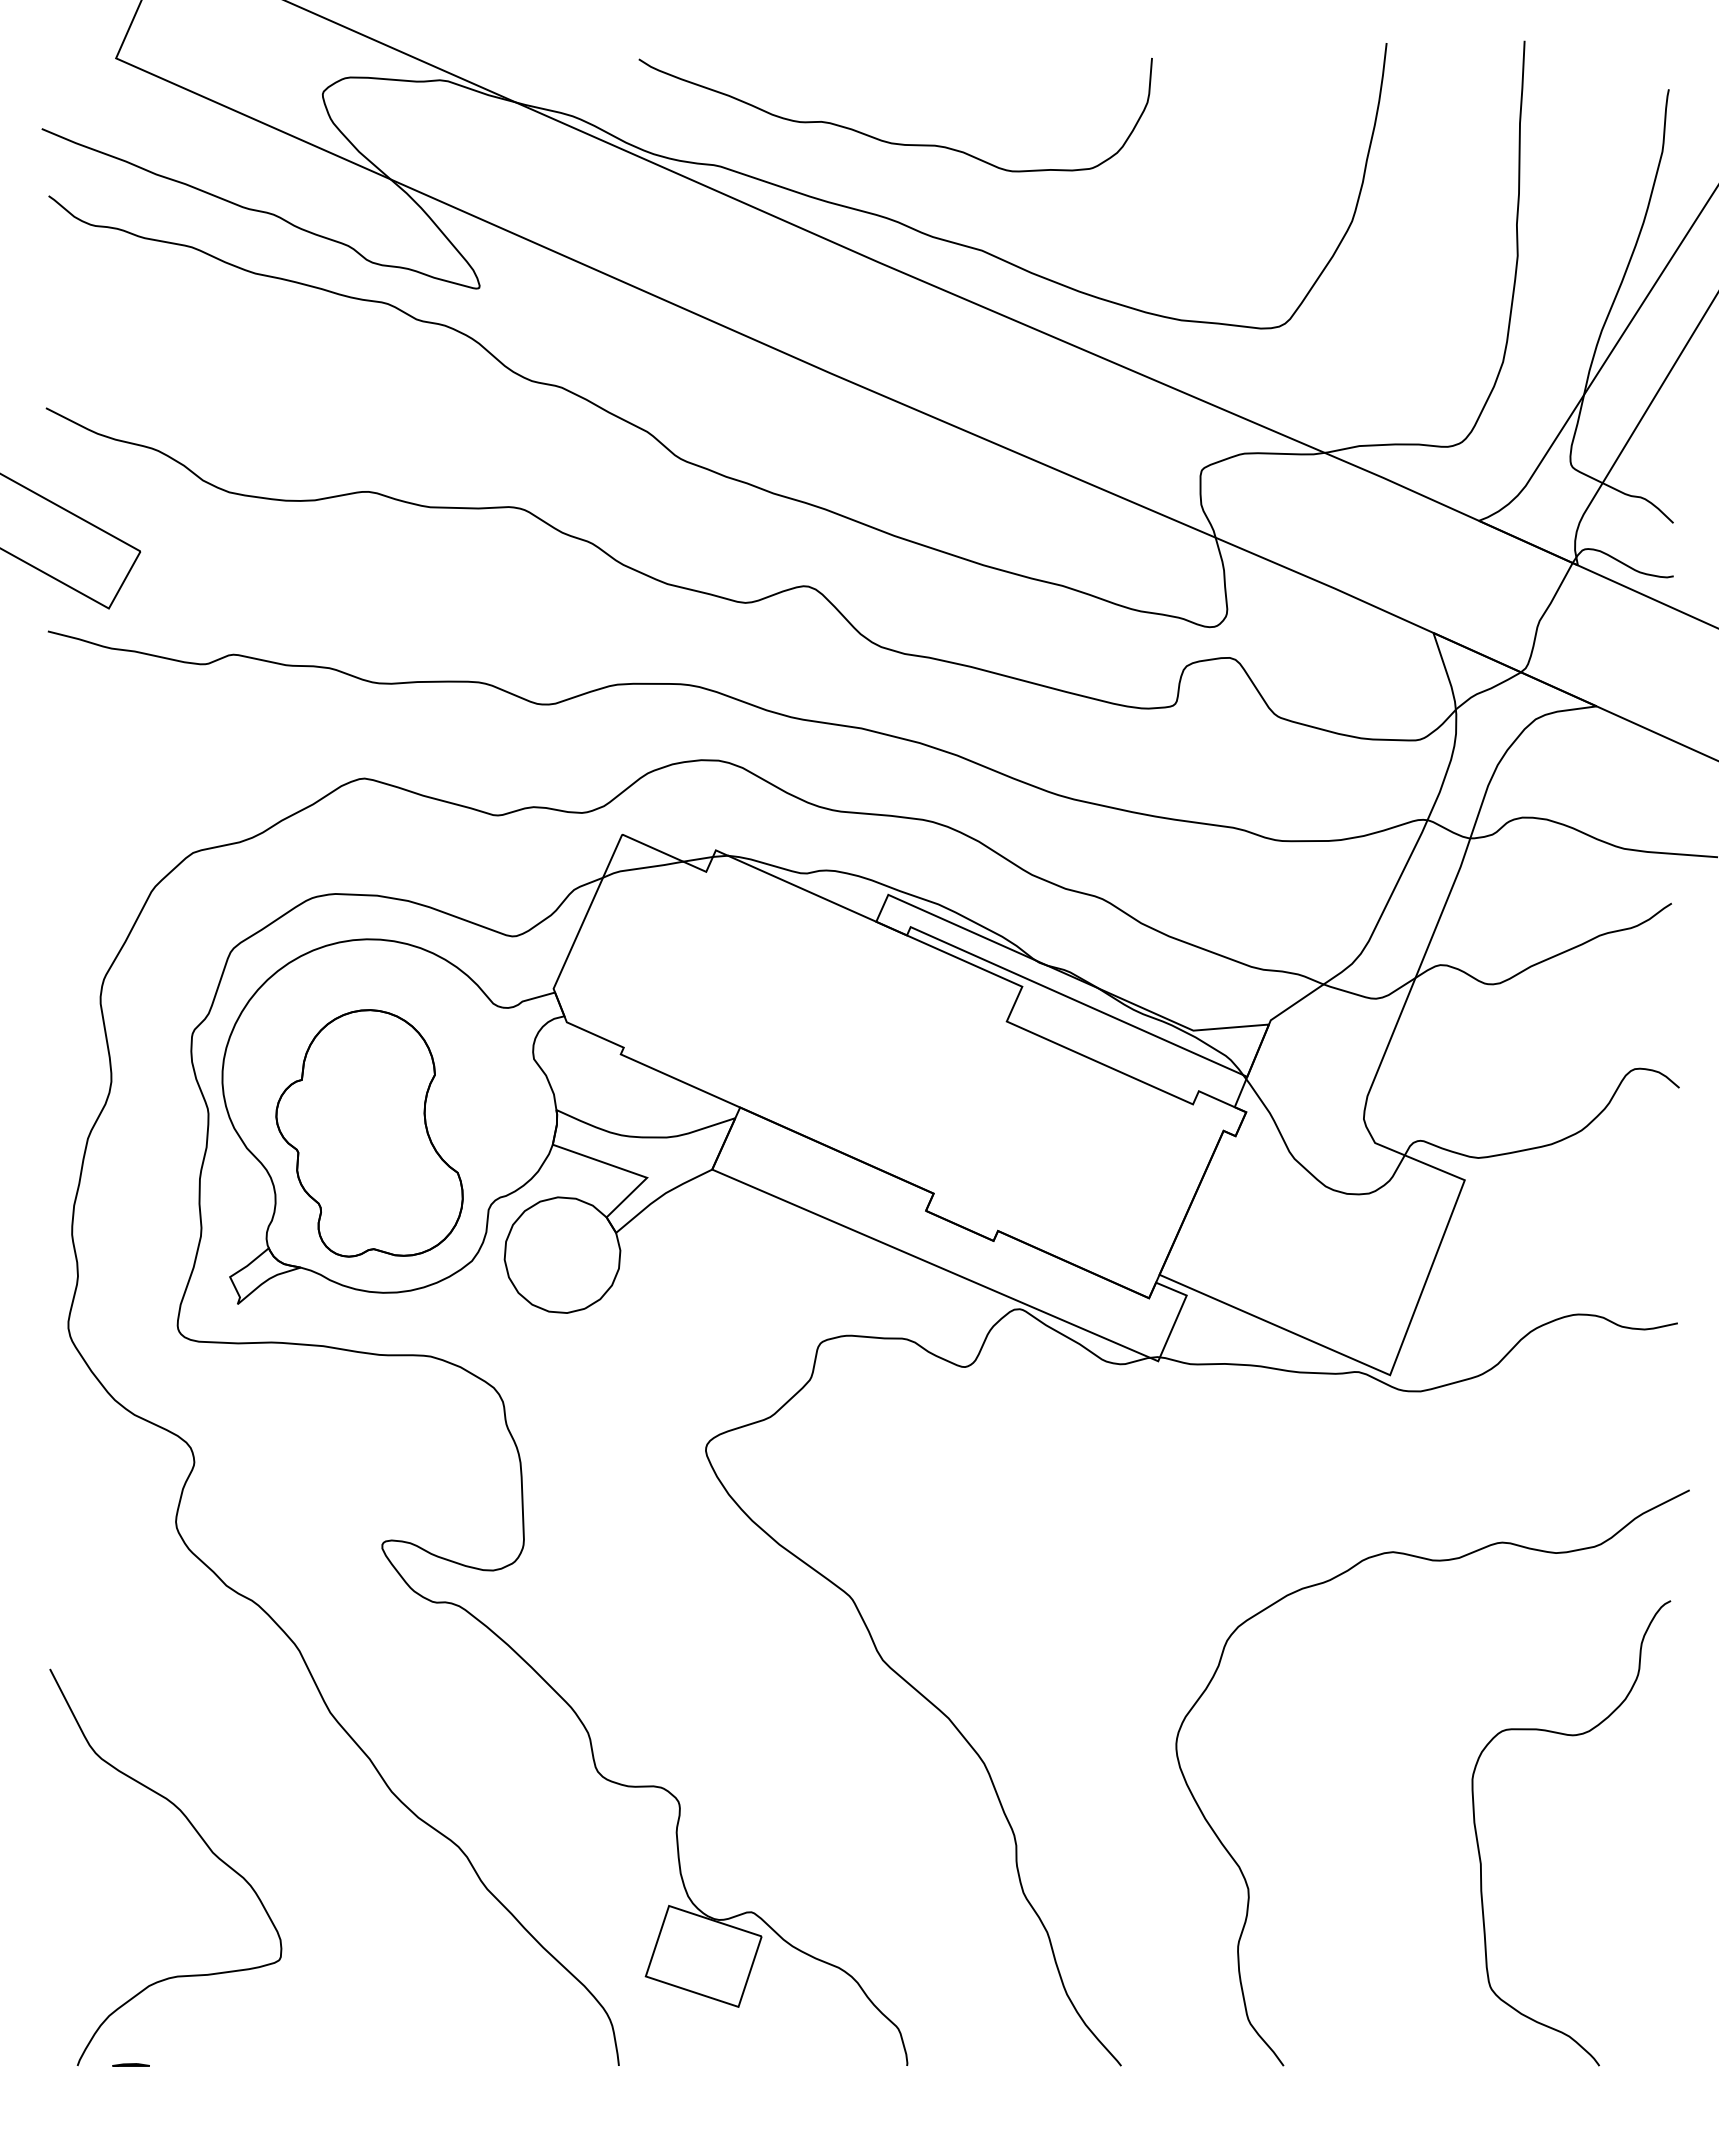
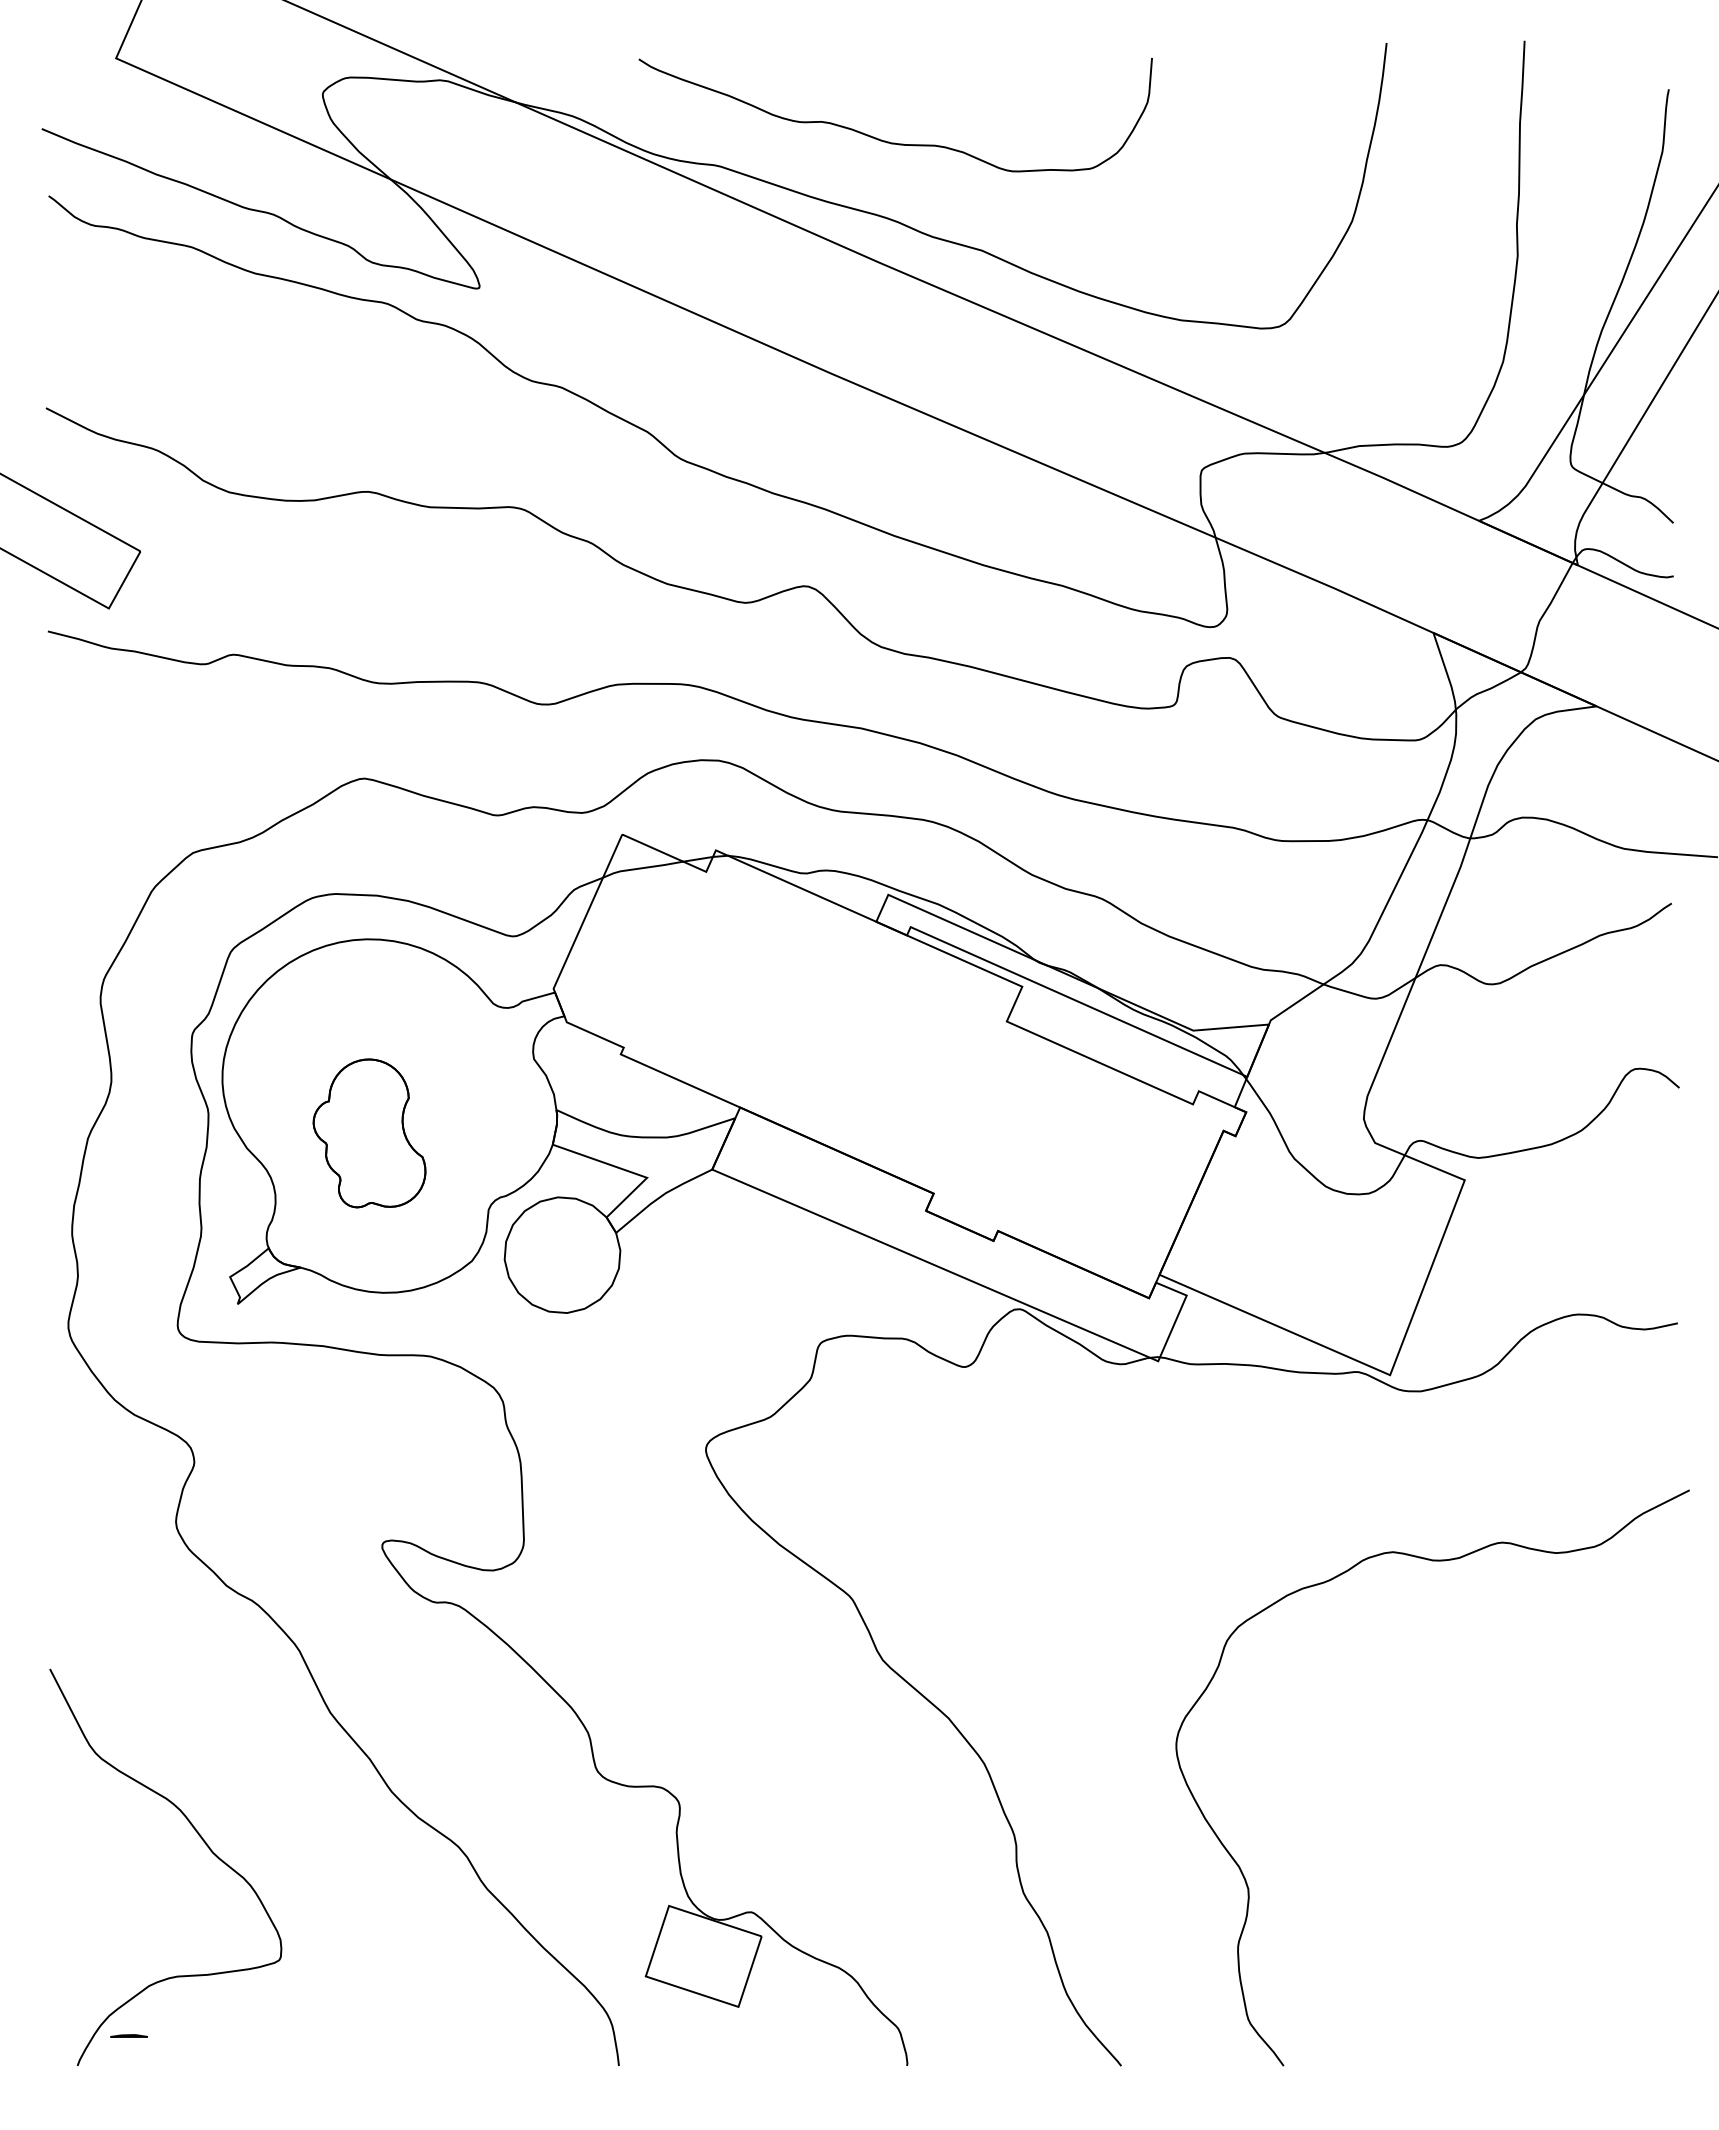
part at (369, 1133) size: 189x249 px -> 115x151 px
curve at (1479, 1847): present -> none
line at (130, 2064) position: (130, 2064) -> (128, 2035)
